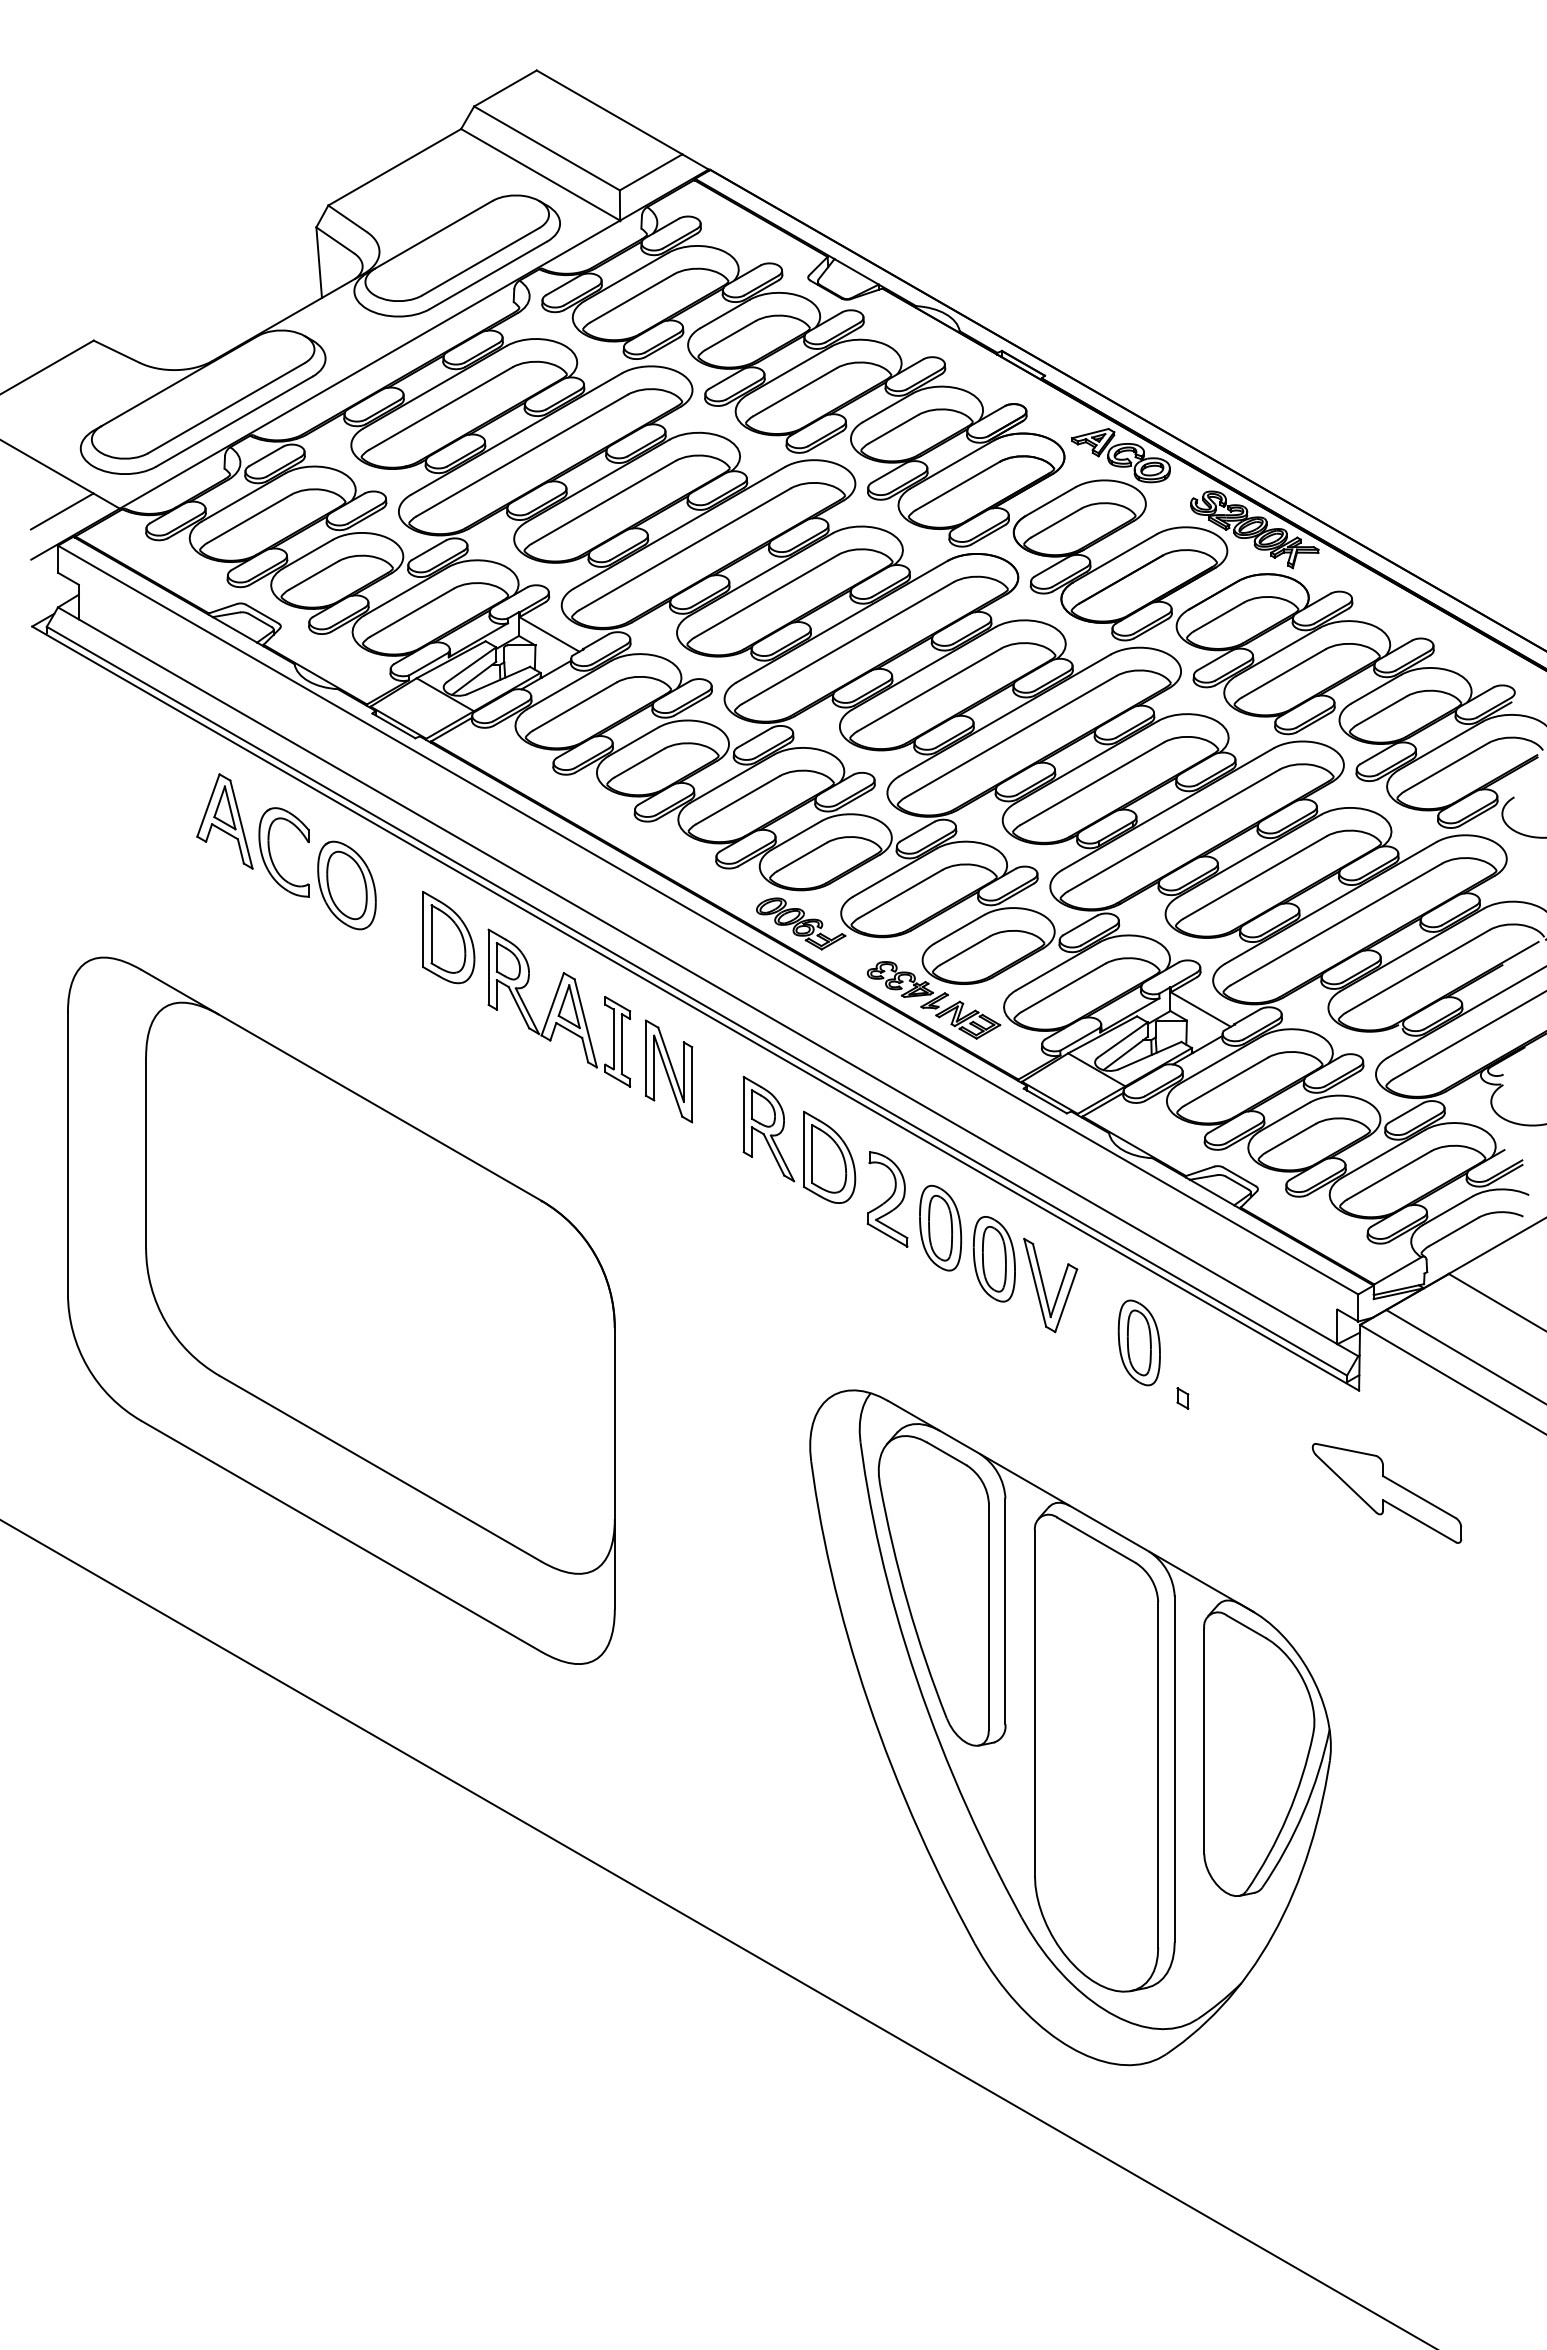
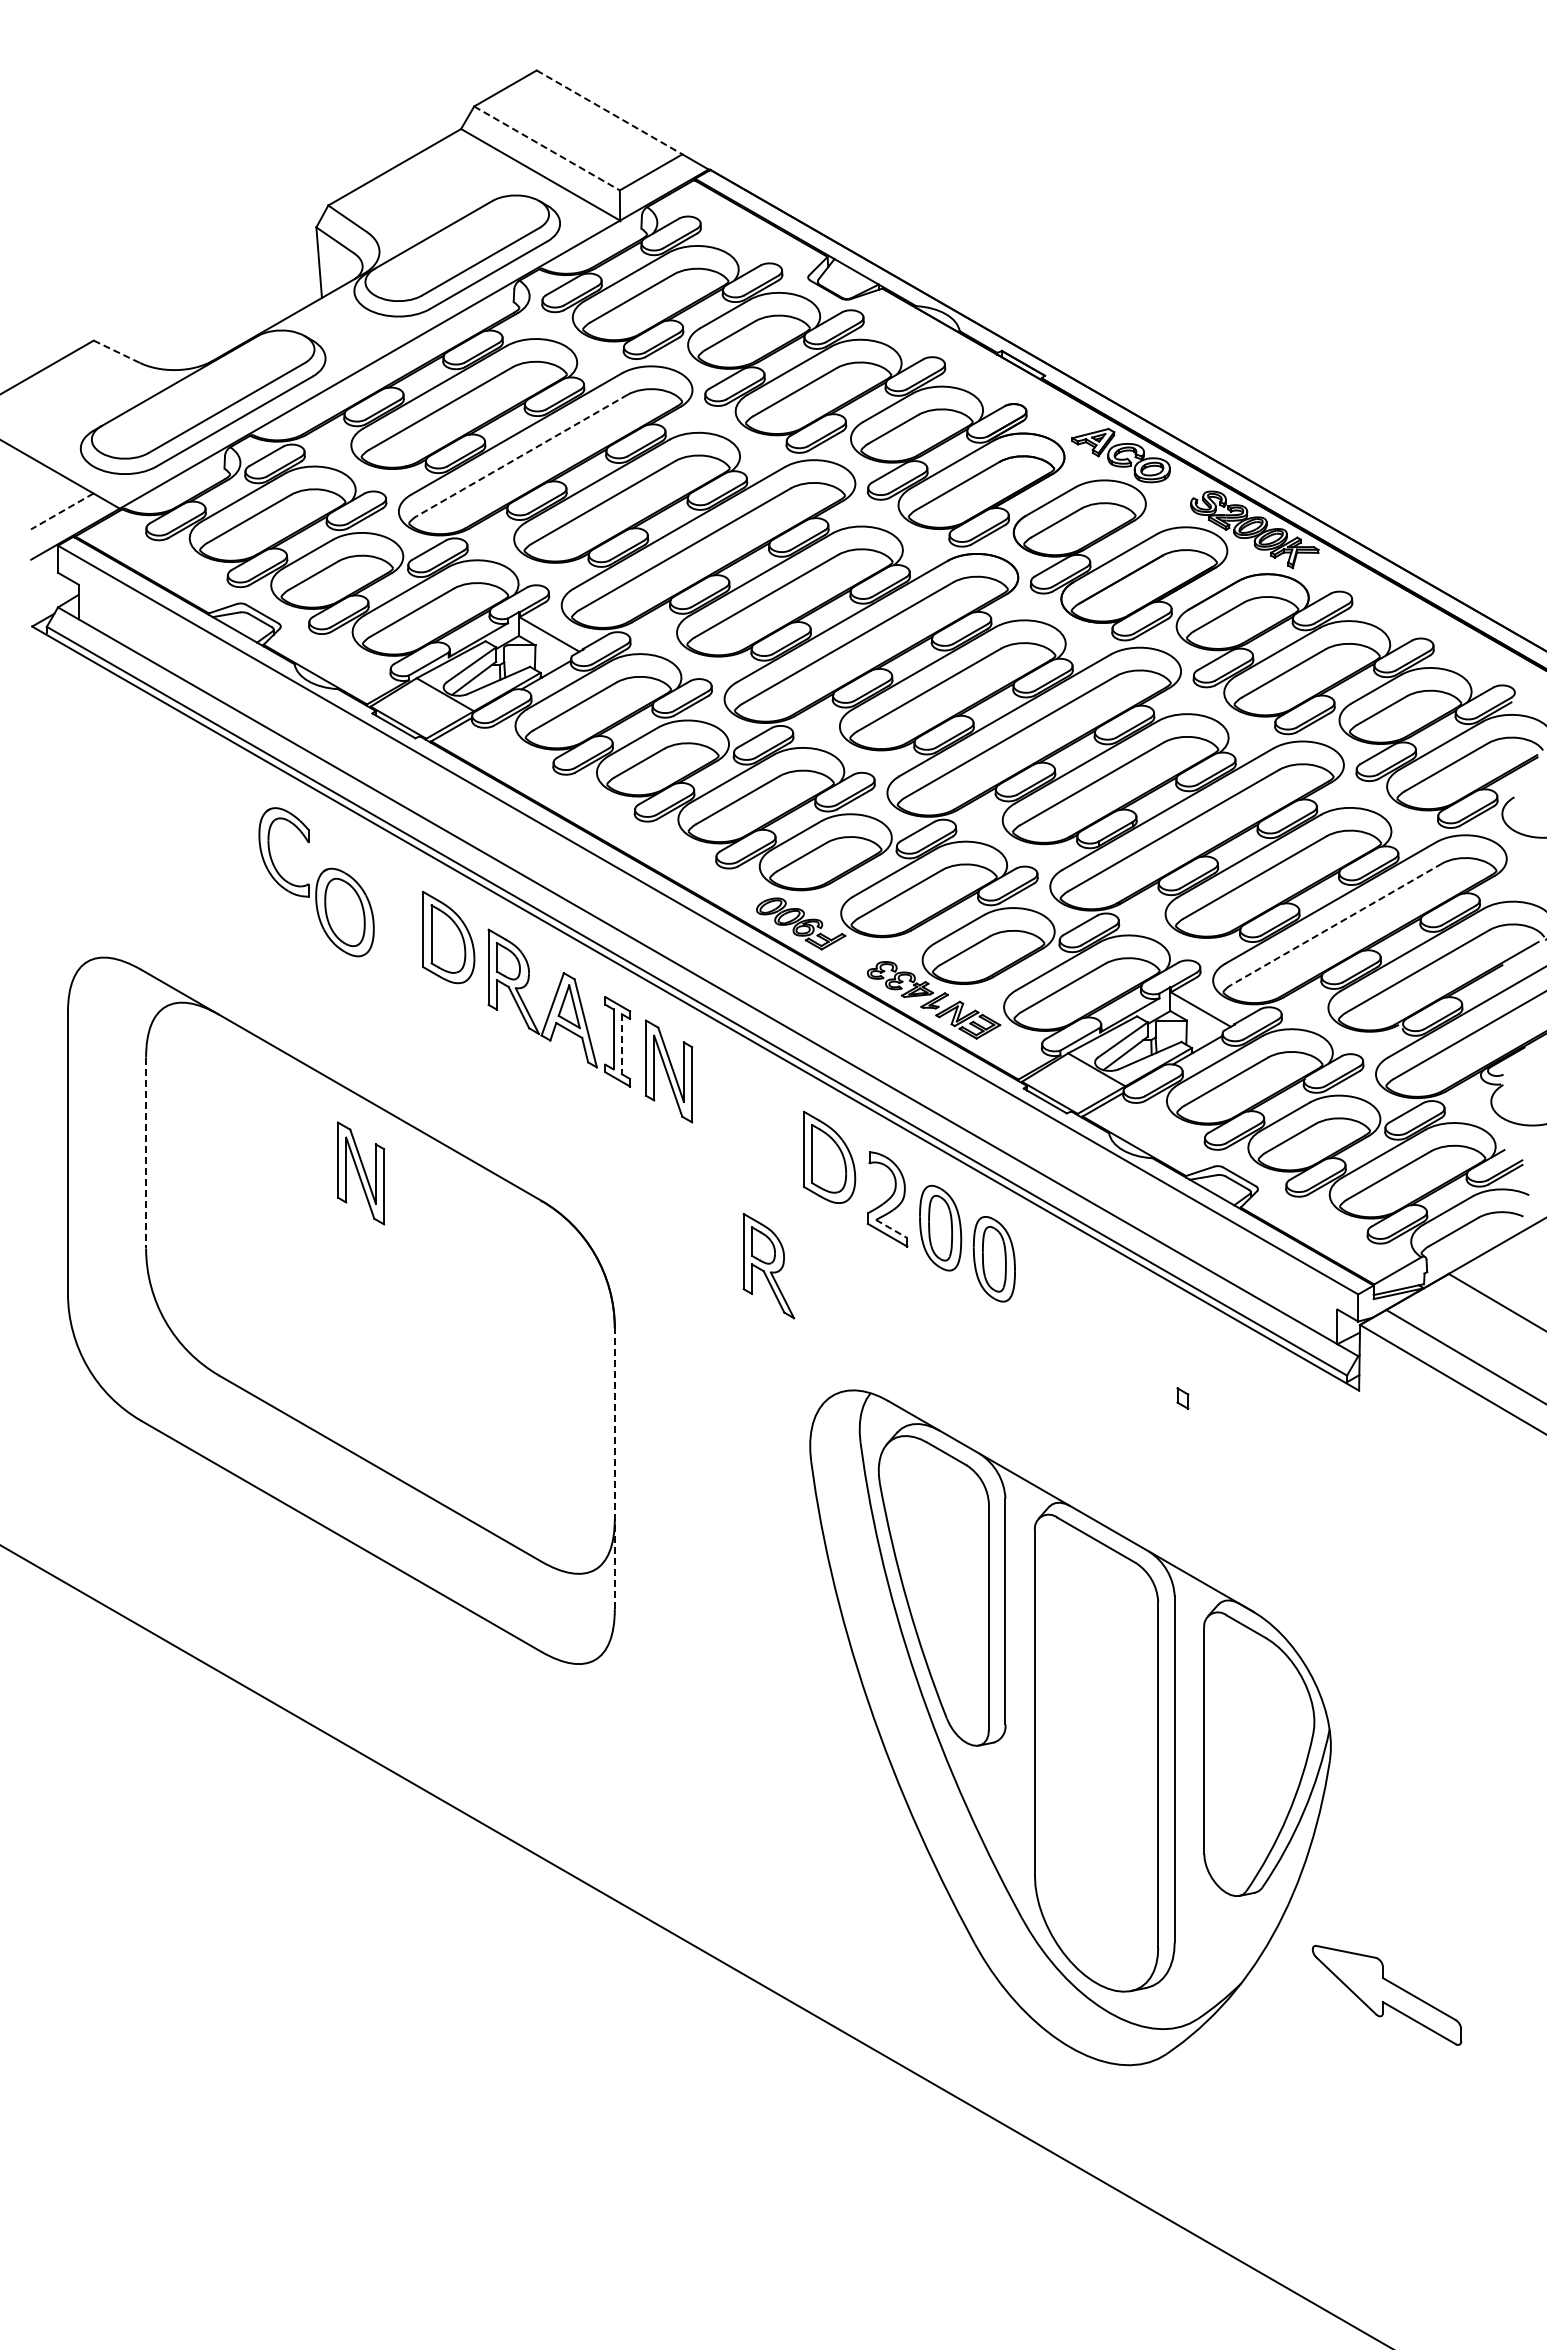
line at (609, 112): solid -> dashed
line at (547, 148): solid -> dashed
line at (116, 351): solid -> dashed
line at (522, 455): solid -> dashed
line at (61, 511): solid -> dashed
part at (224, 821): present -> none
part at (346, 885) position: (346, 885) -> (344, 912)
line at (1336, 924): solid -> dashed
line at (621, 1044): solid -> dashed
part at (768, 1128) position: (768, 1128) -> (768, 1265)
line at (146, 1153): solid -> dashed
part at (361, 1173): none -> present
line at (892, 1229): solid -> dashed
part at (1044, 1286): present -> none
part at (1138, 1342): present -> none
line at (614, 1468): solid -> dashed
part at (1386, 1493) position: (1386, 1493) -> (1386, 1995)
line at (717, 1933) position: (717, 1933) -> (695, 1946)
